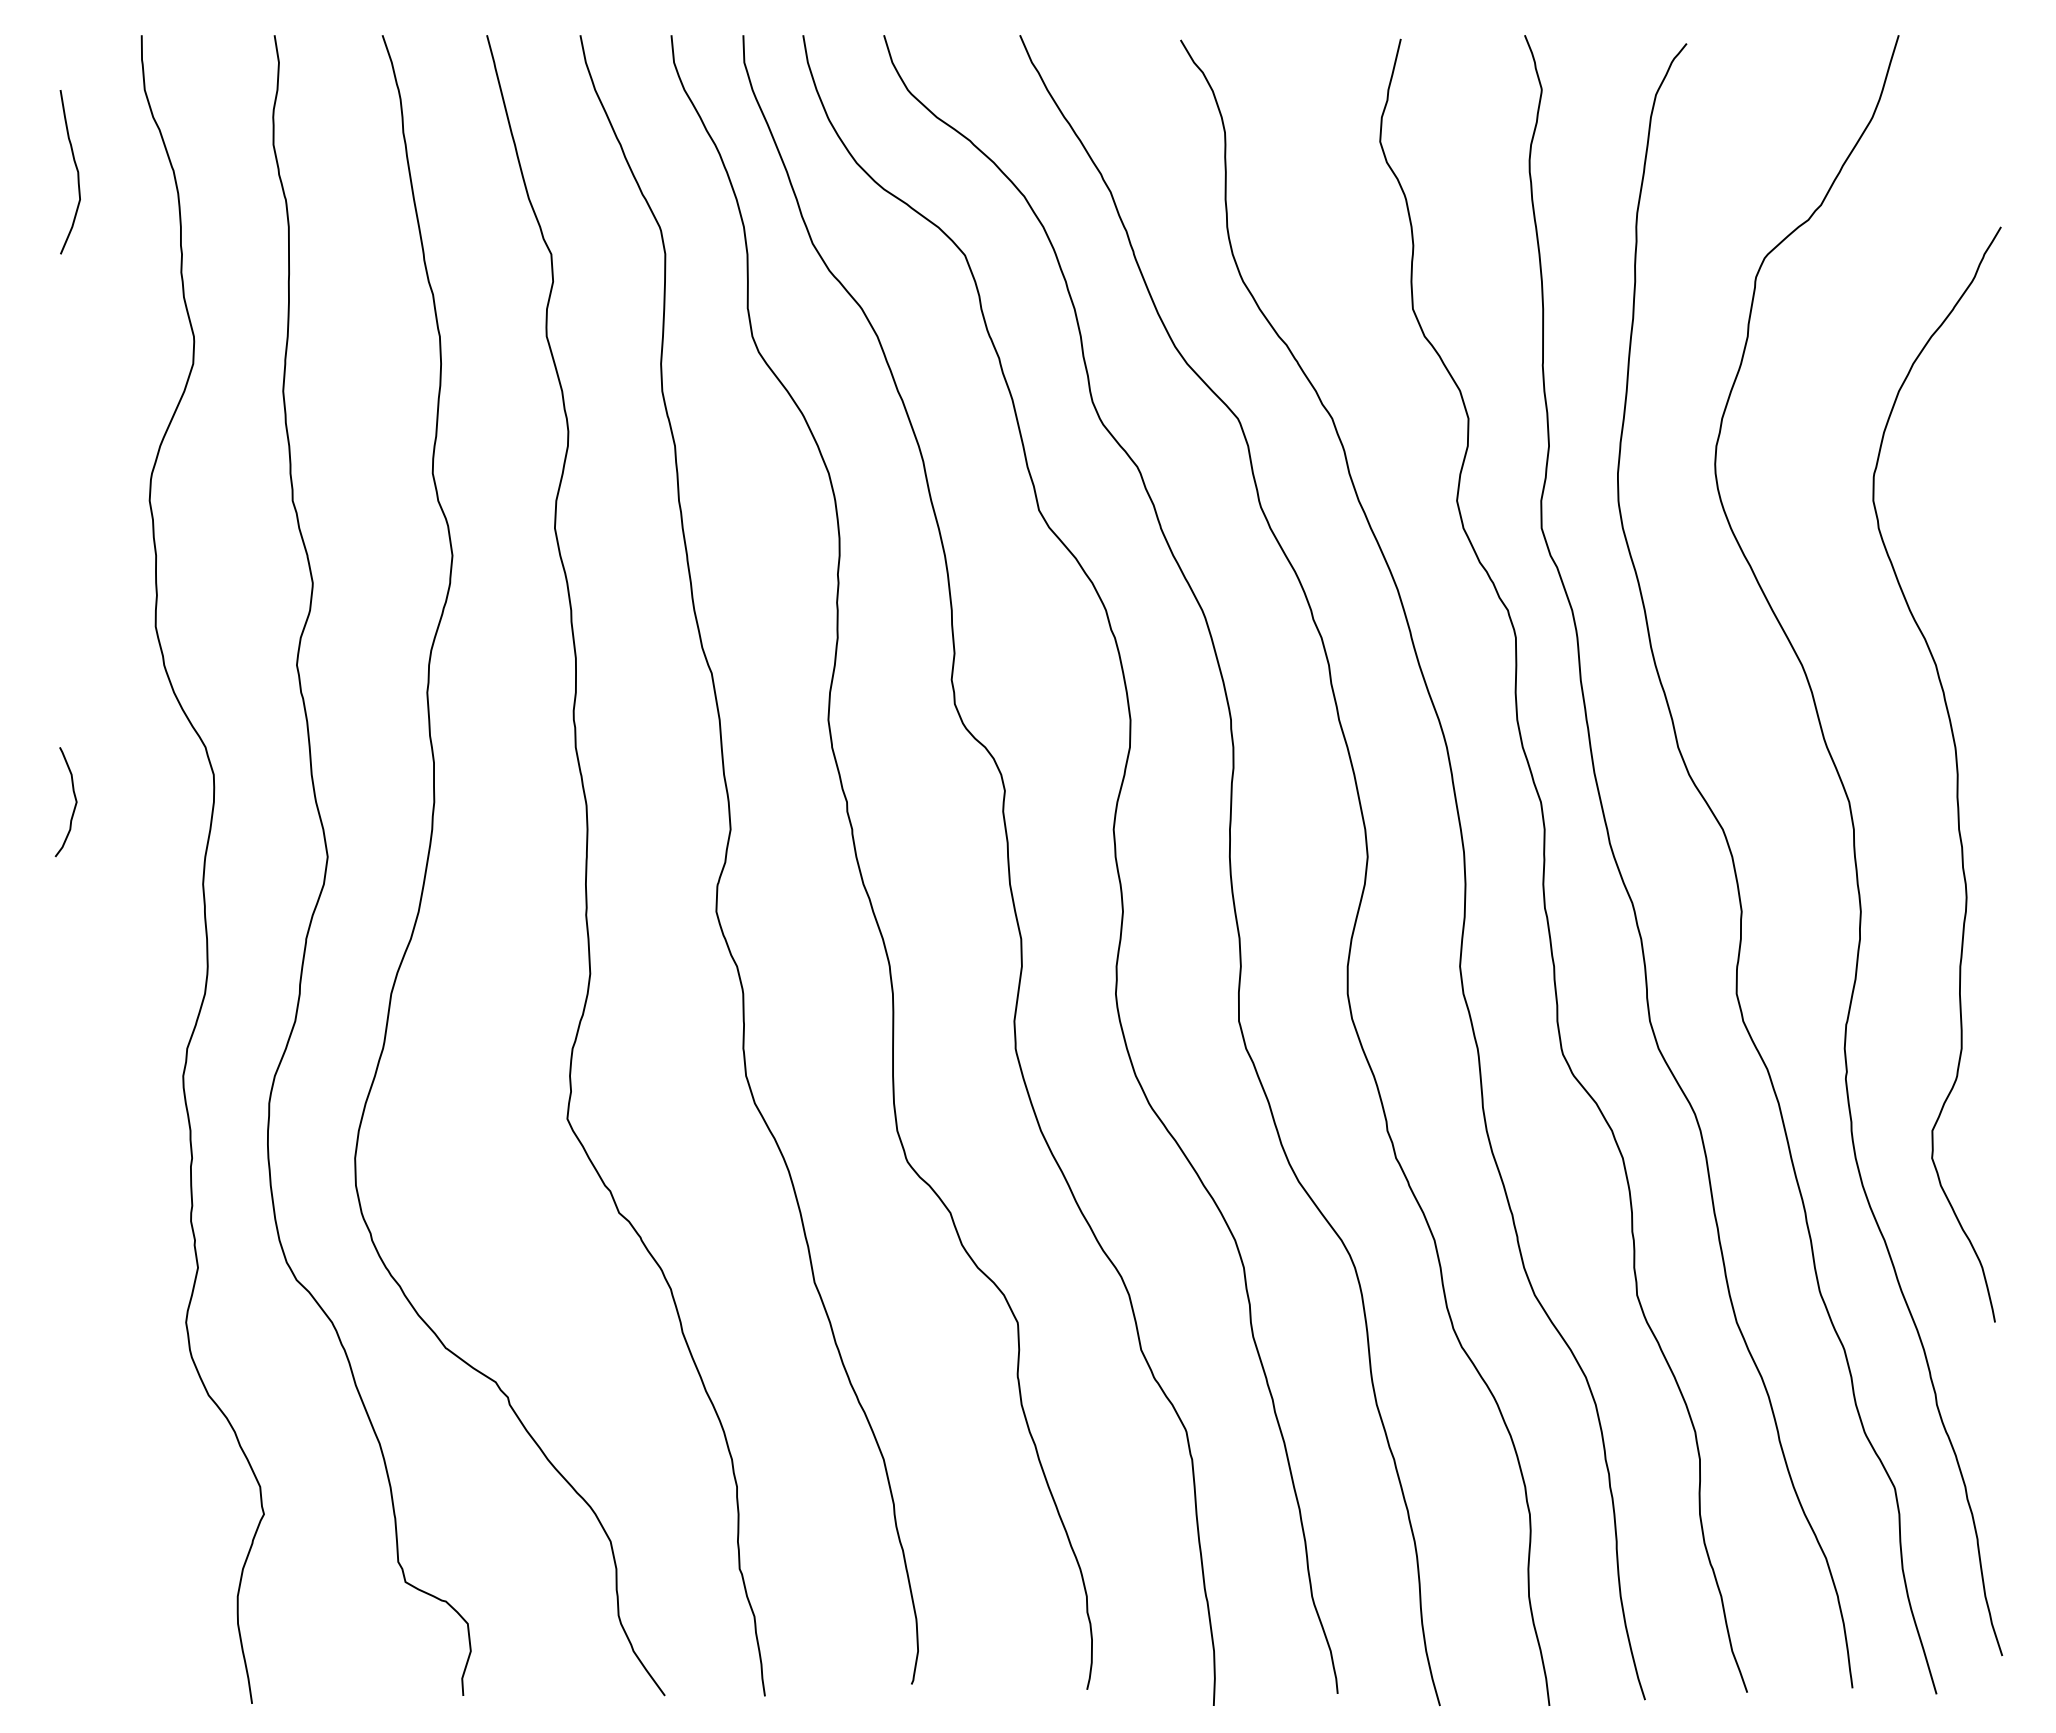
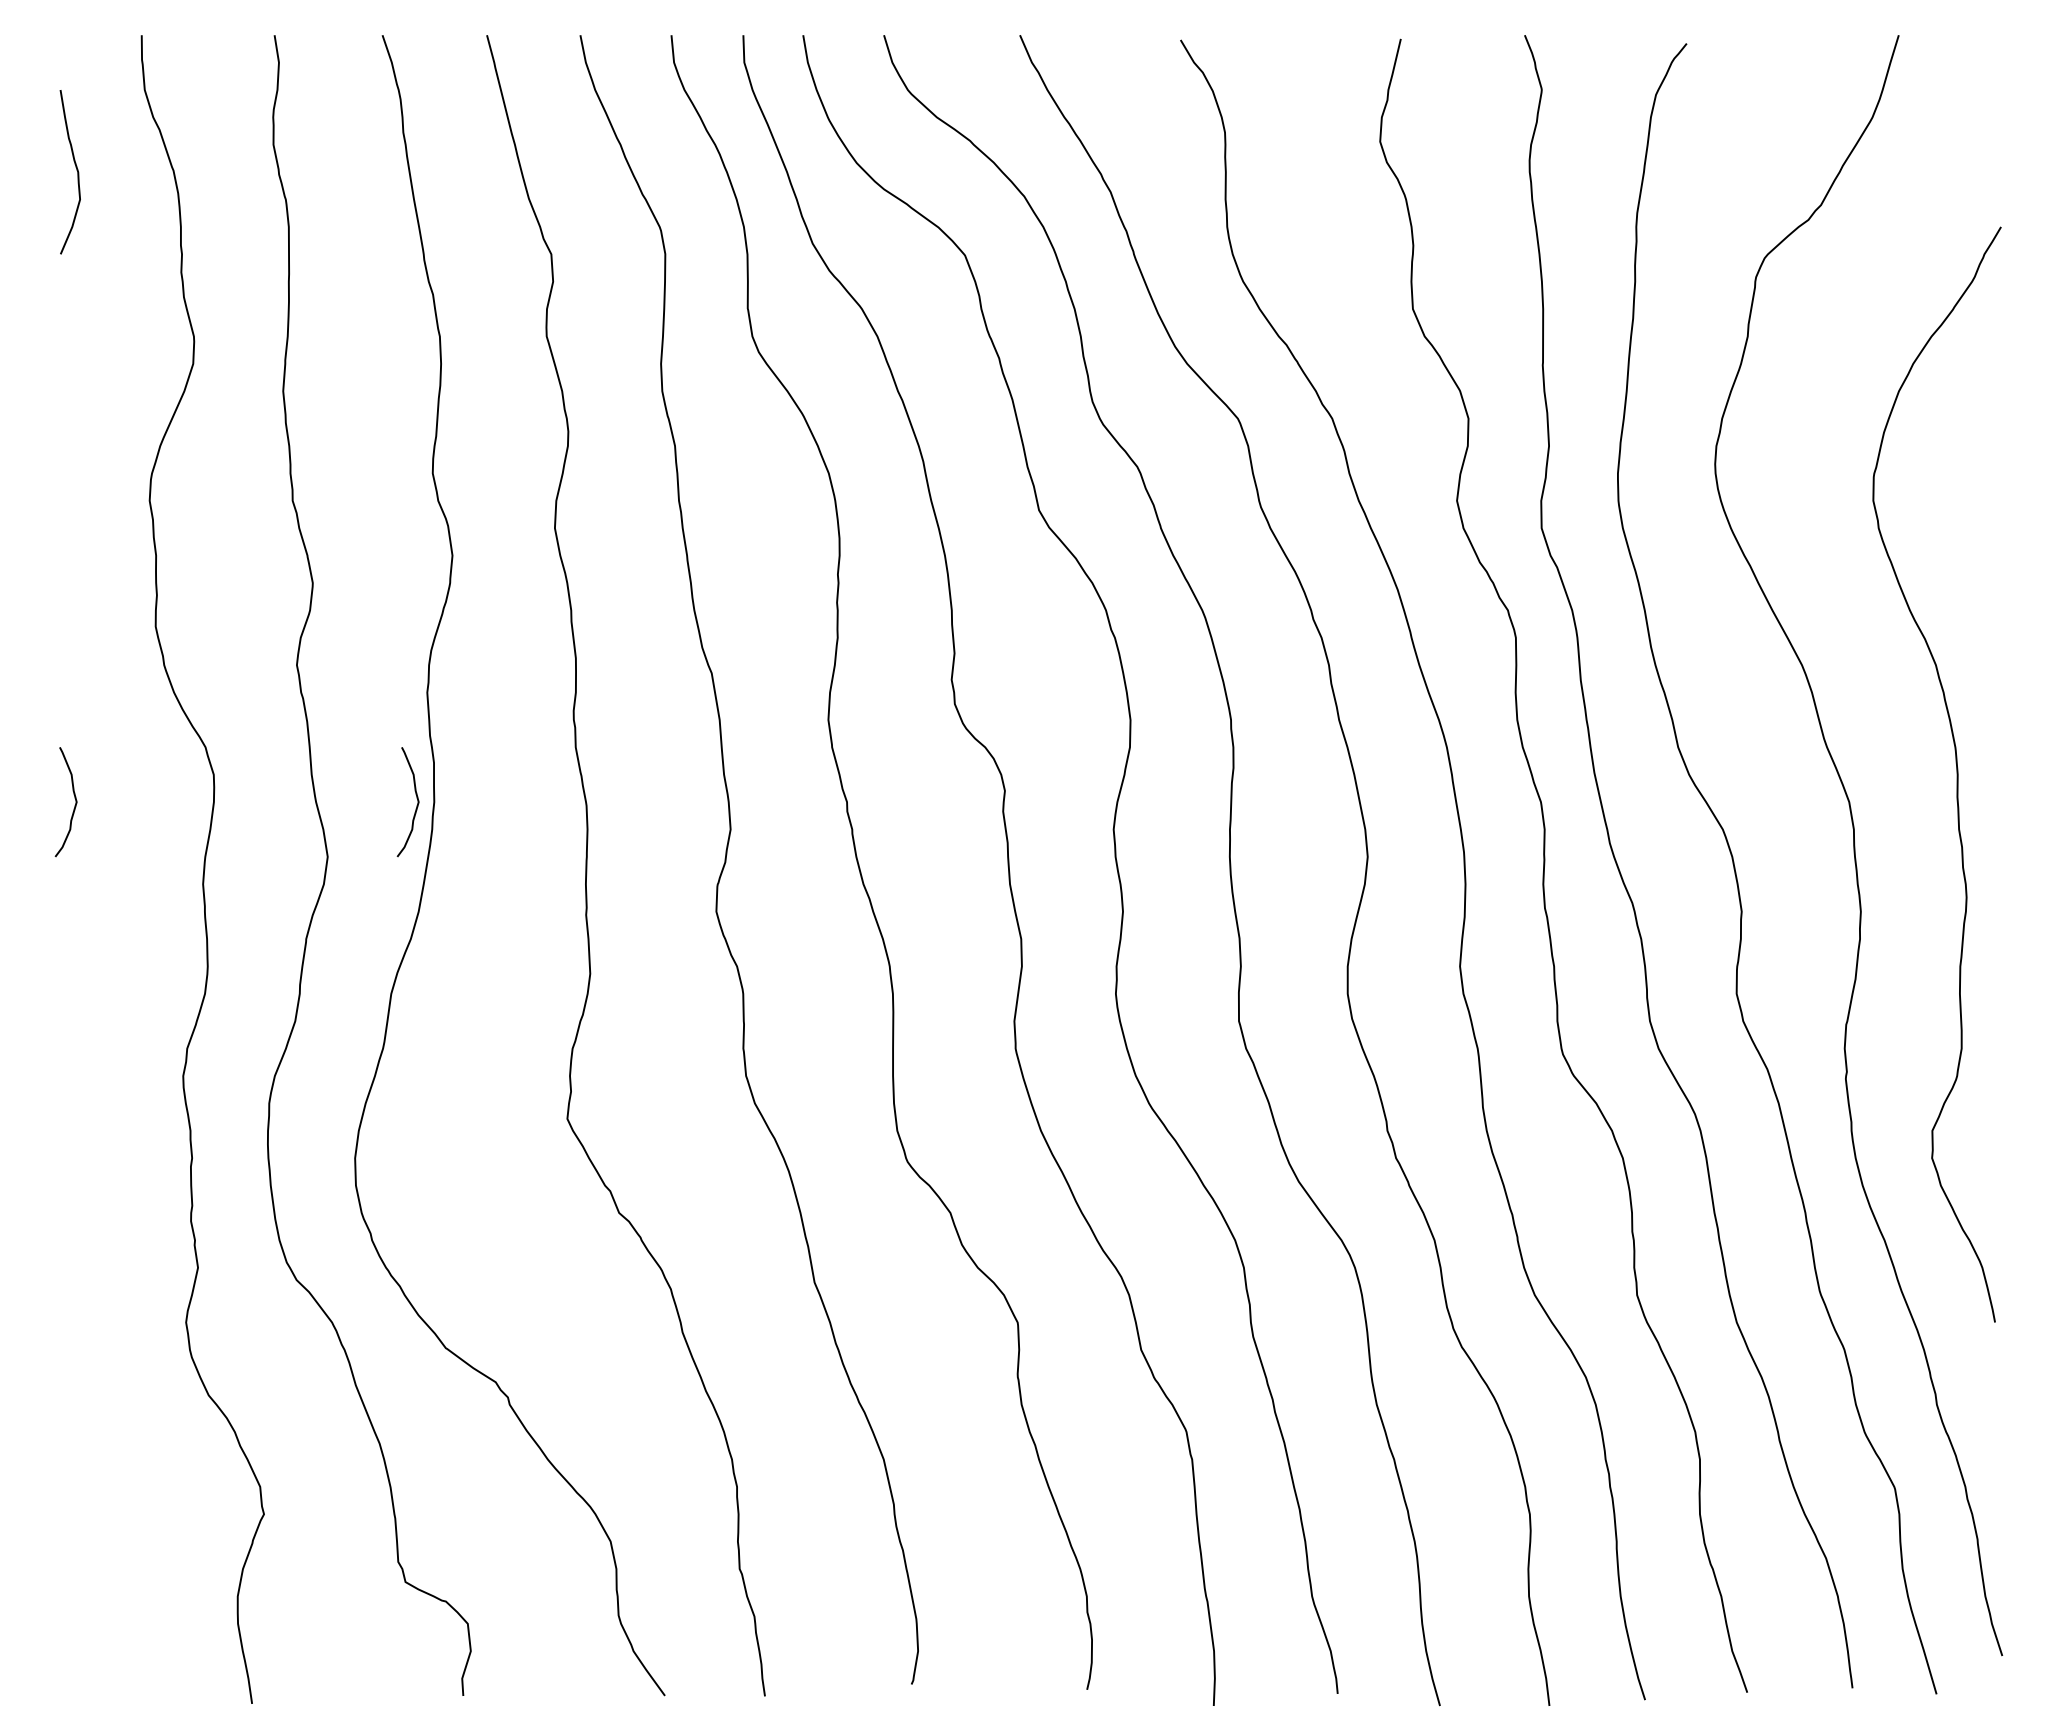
curve at (416, 805): none -> present
